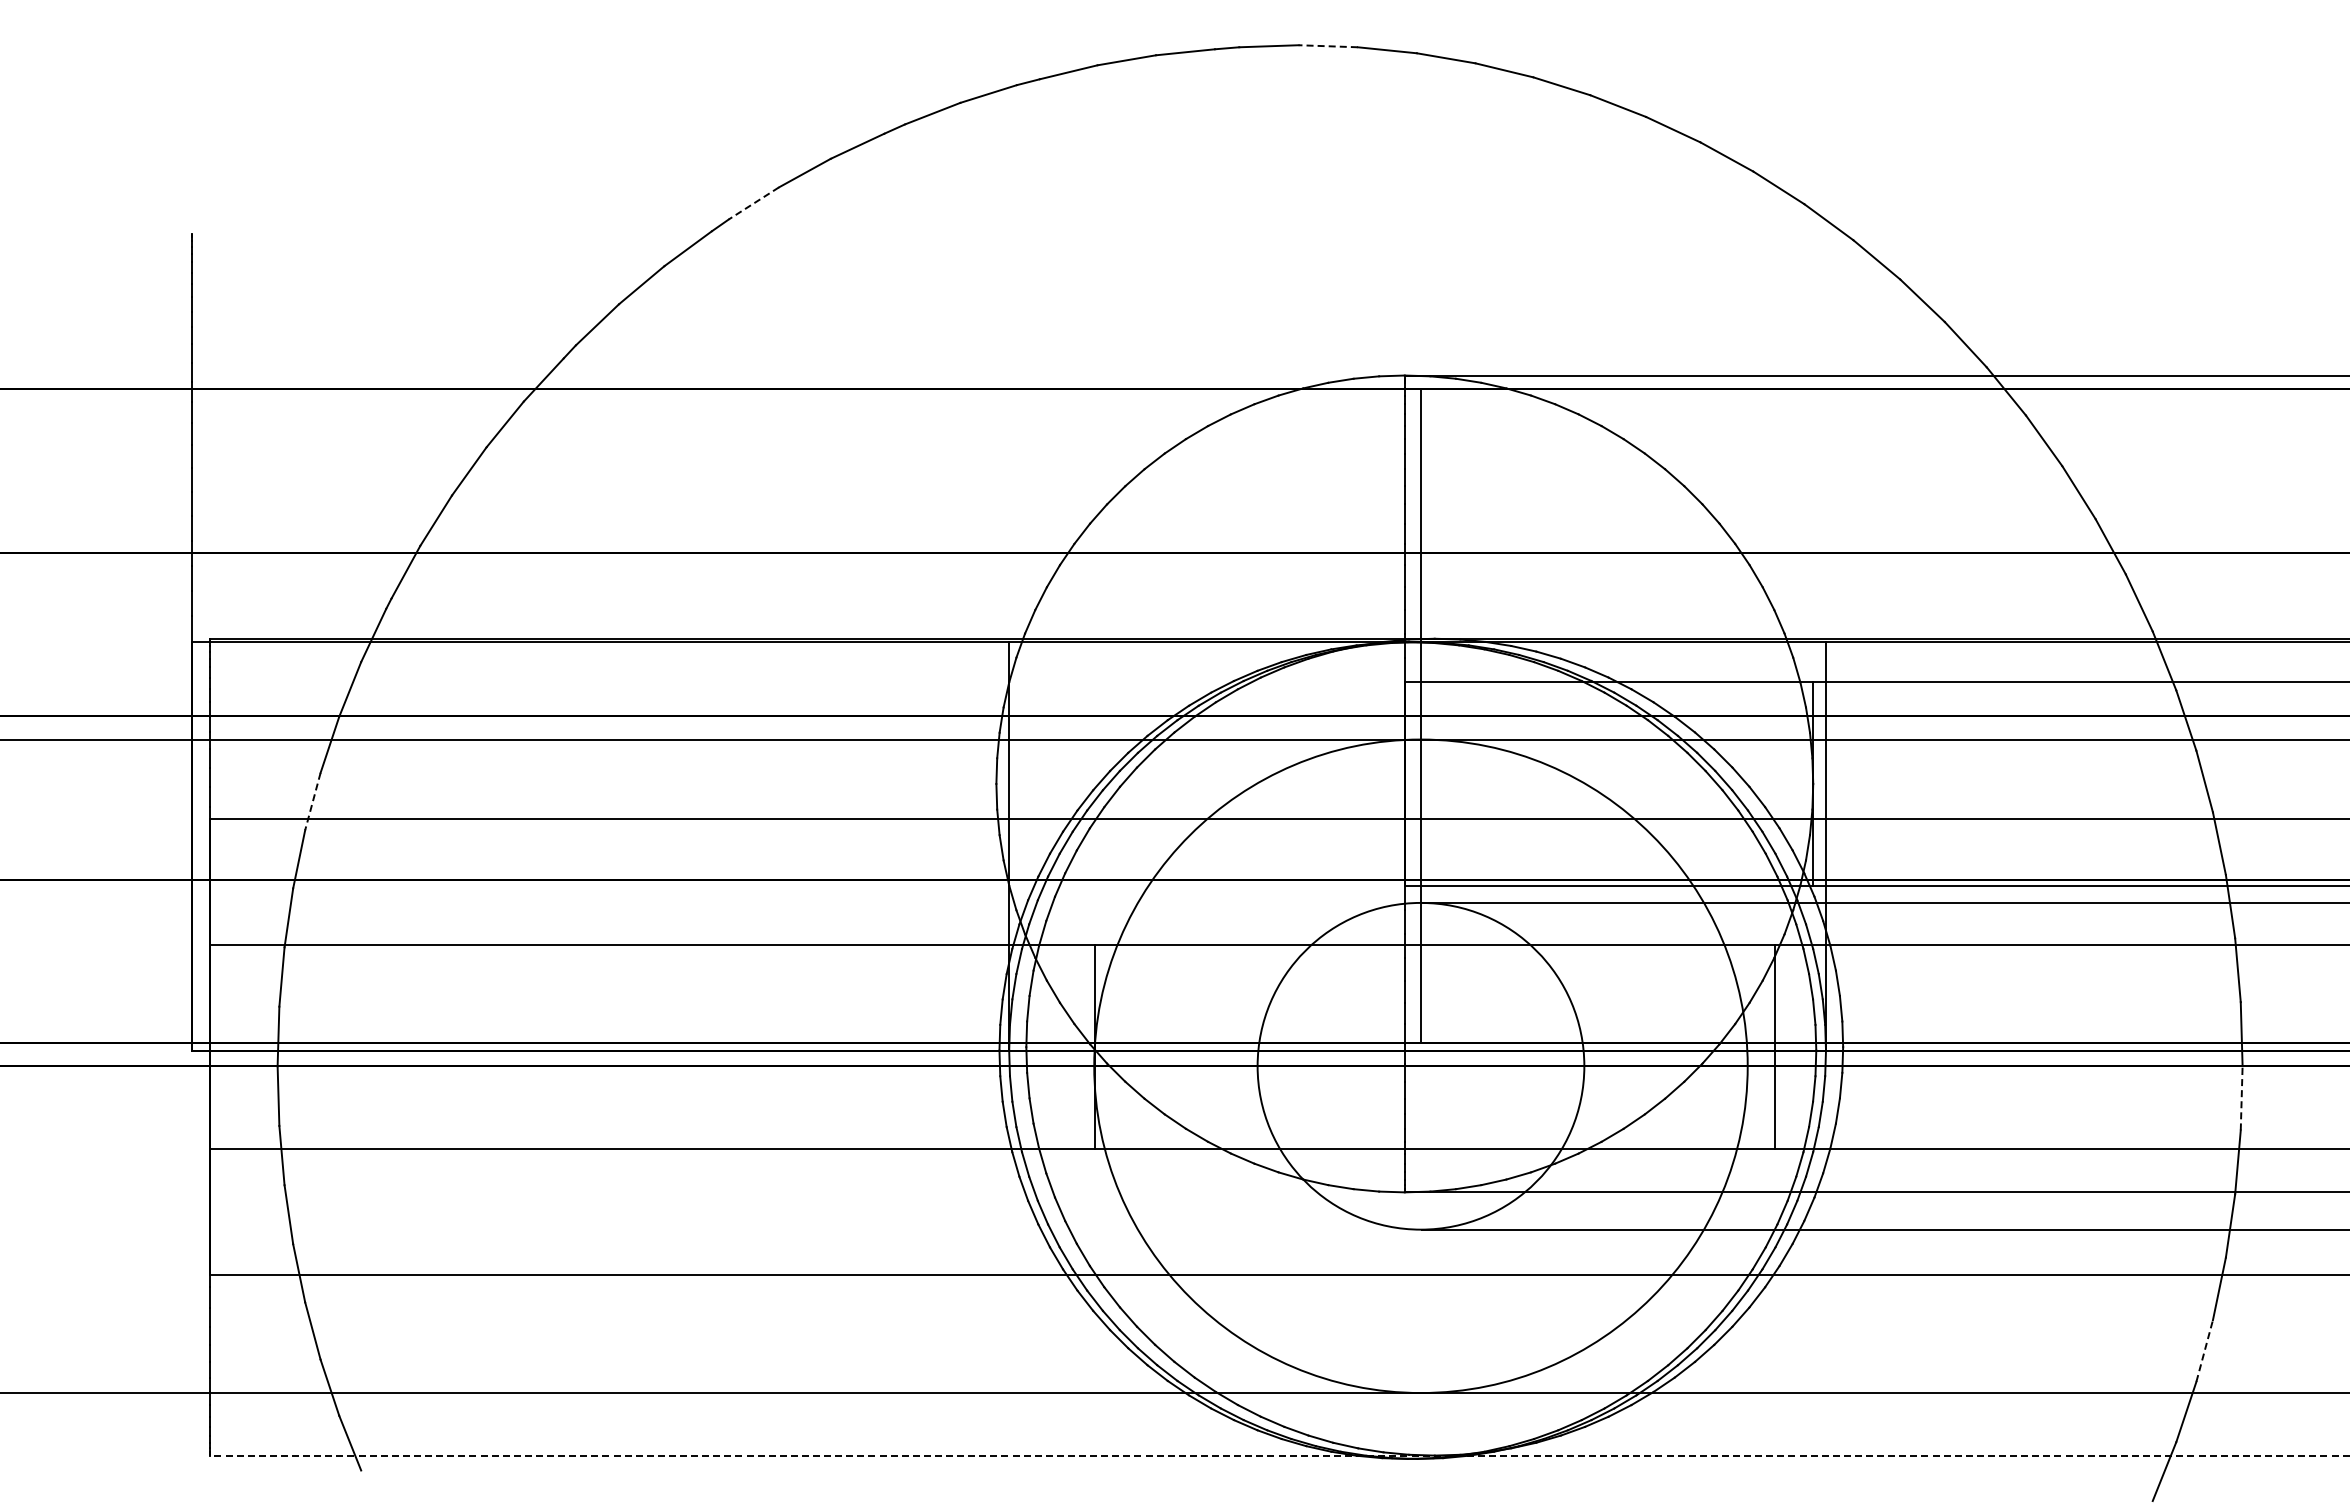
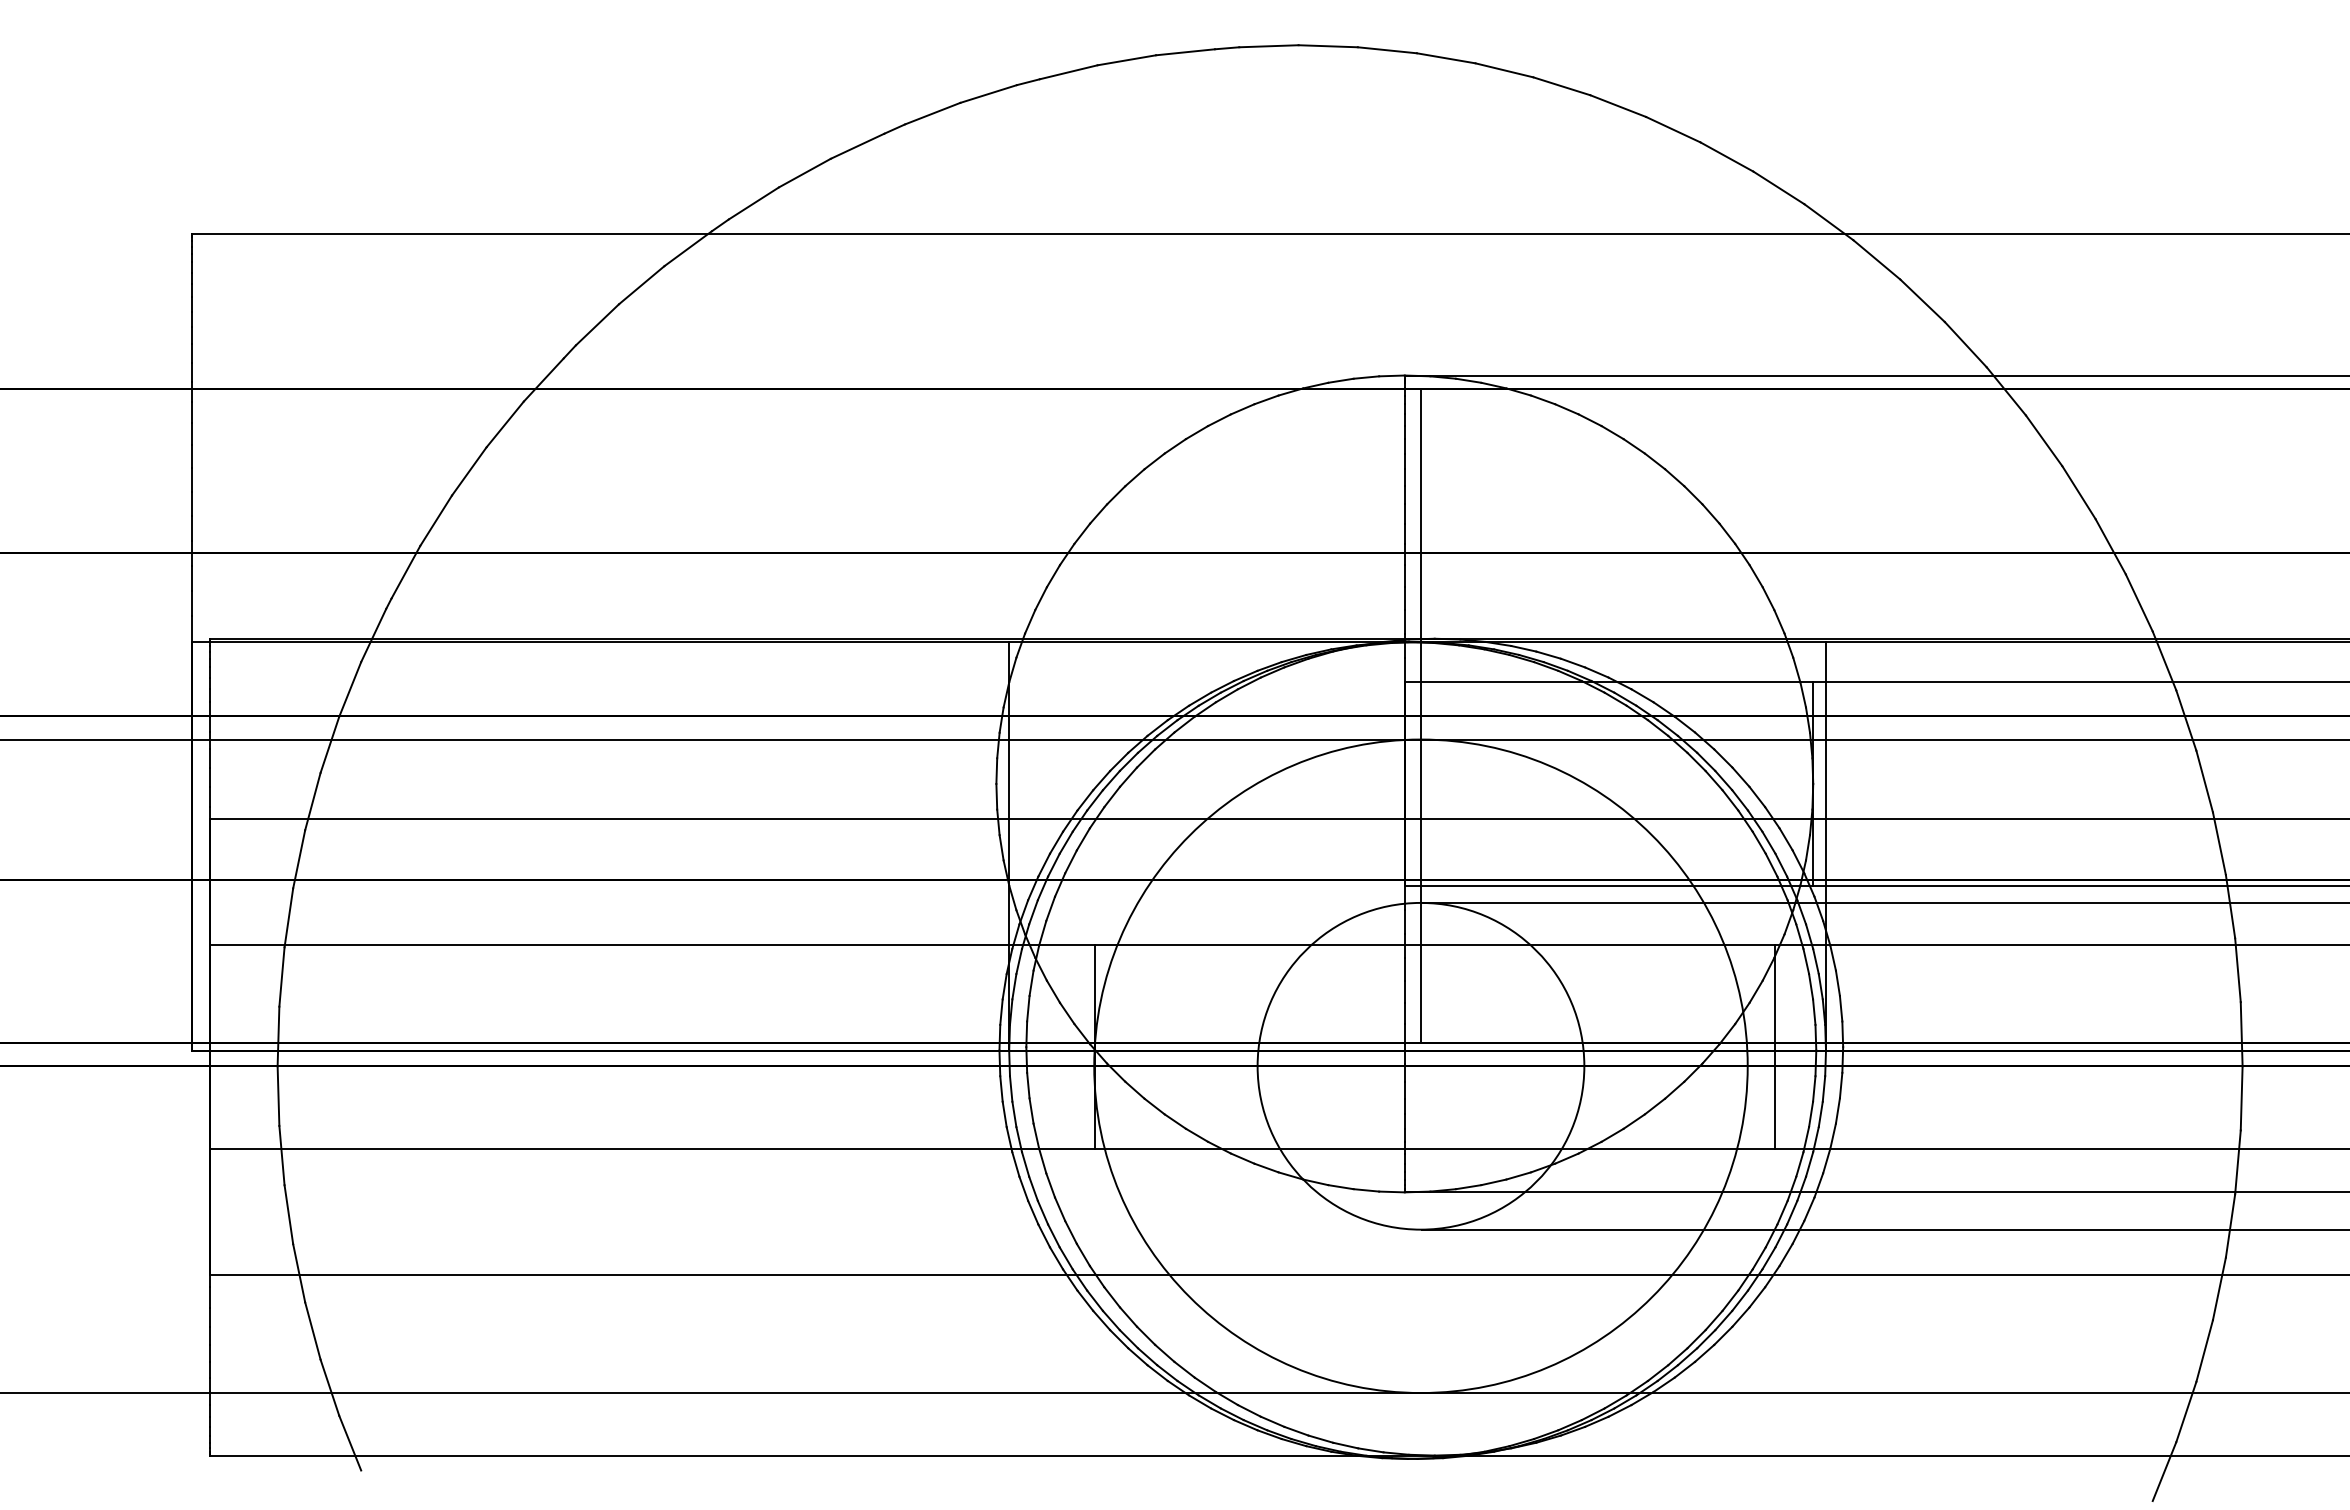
line at (1328, 46): dashed -> solid
line at (753, 203): dashed -> solid
line at (1269, 233): none -> present
line at (312, 801): dashed -> solid
line at (2241, 1097): dashed -> solid
line at (2204, 1351): dashed -> solid
line at (1279, 1455): dashed -> solid
